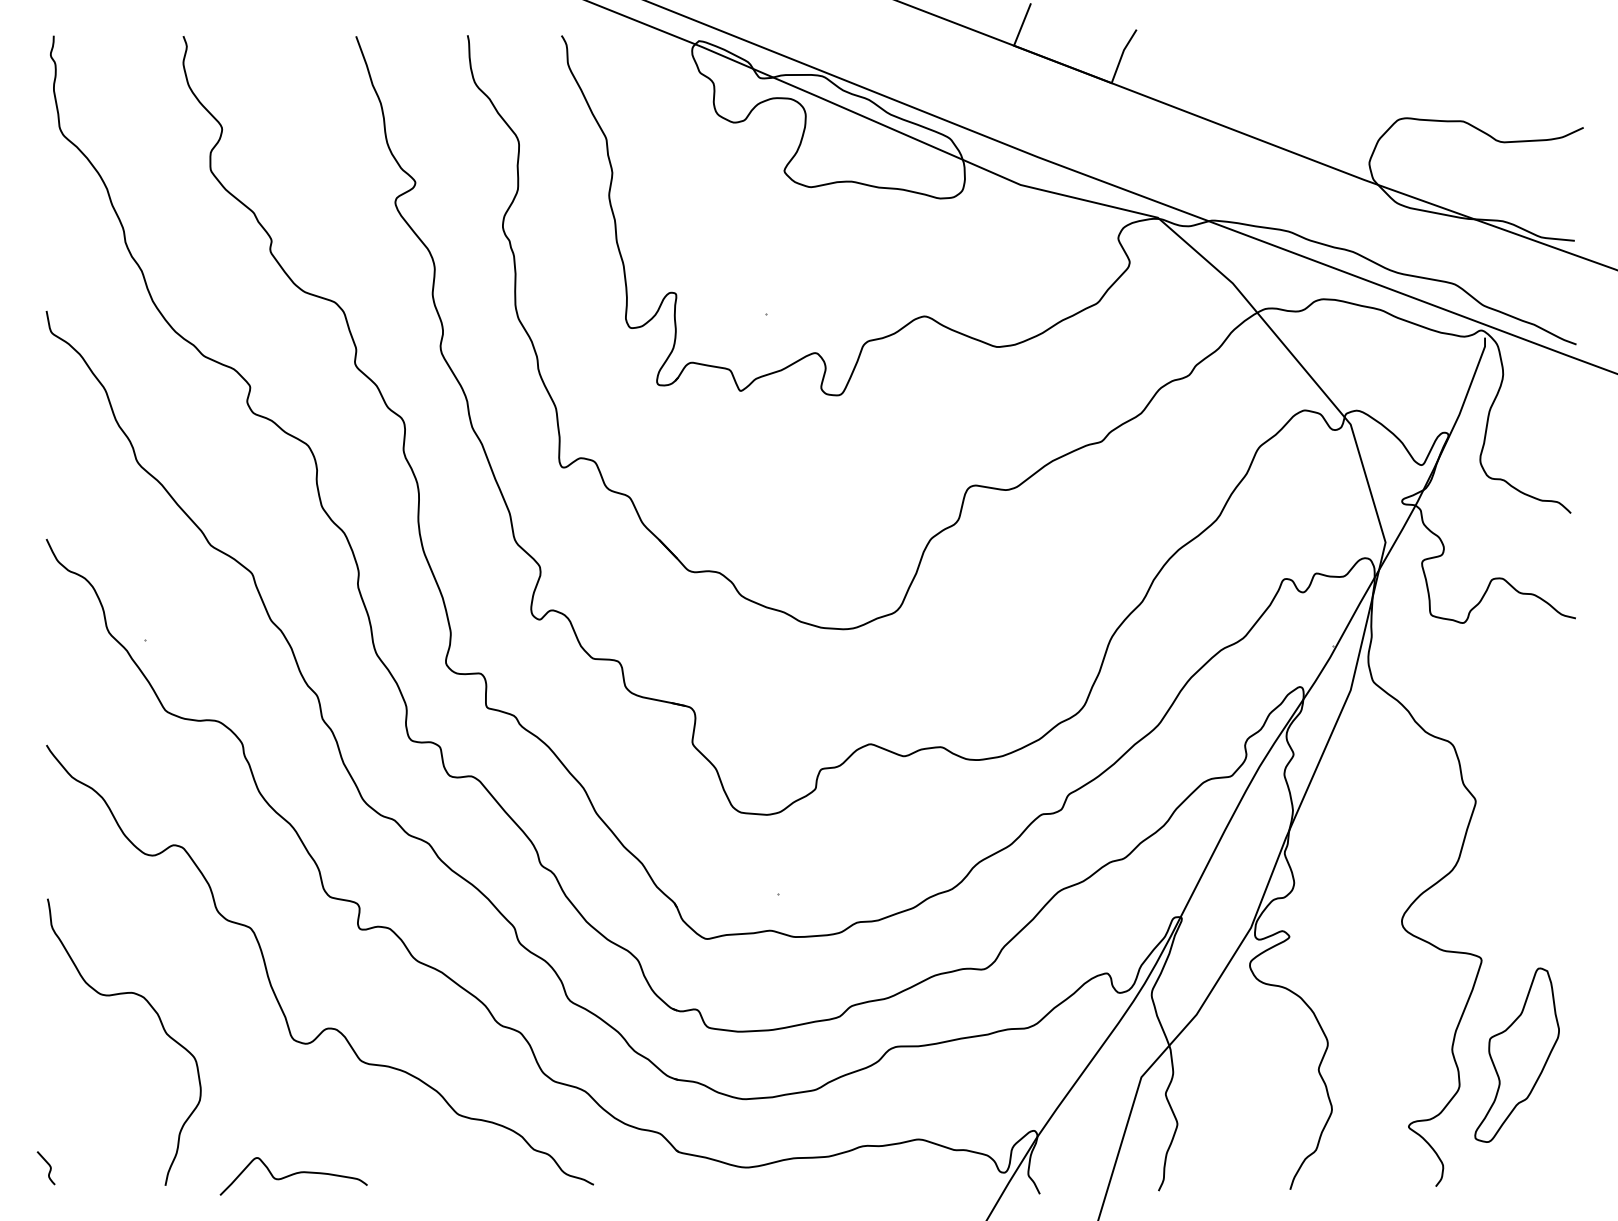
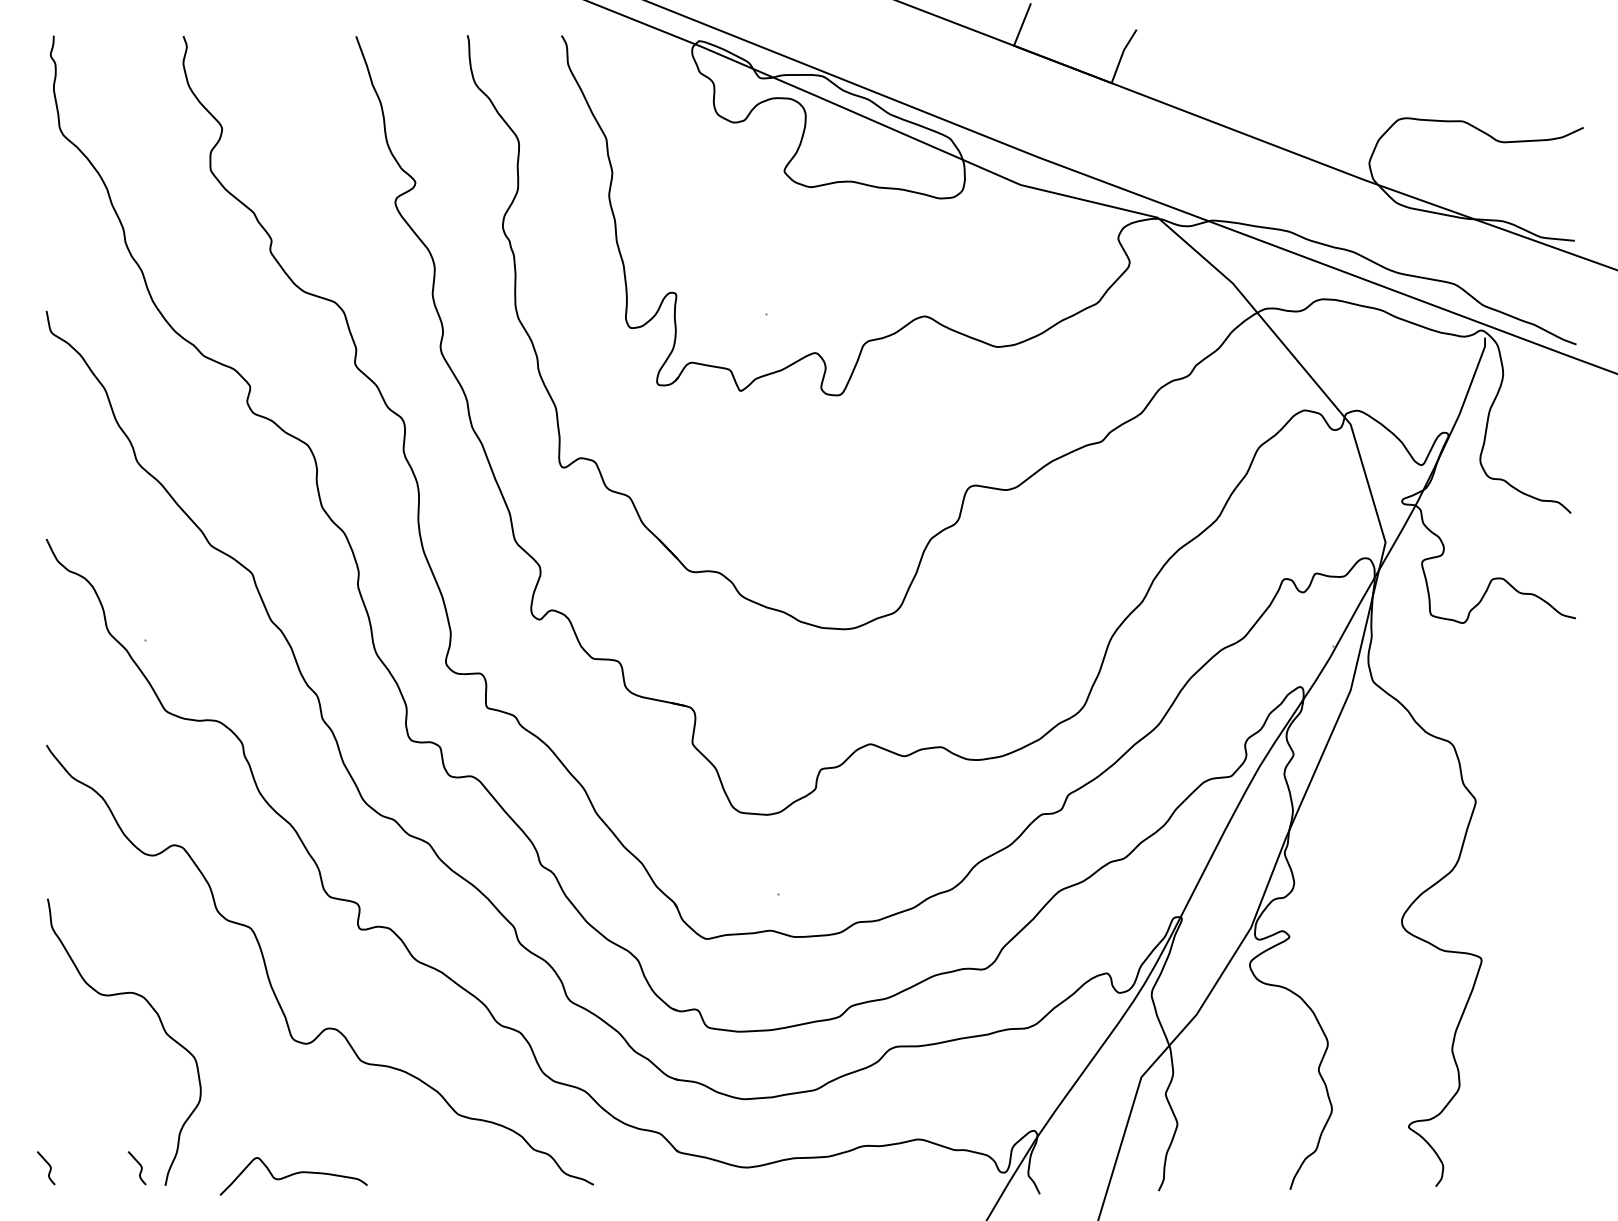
part at (1516, 1054): present -> none
curve at (140, 1167): none -> present
